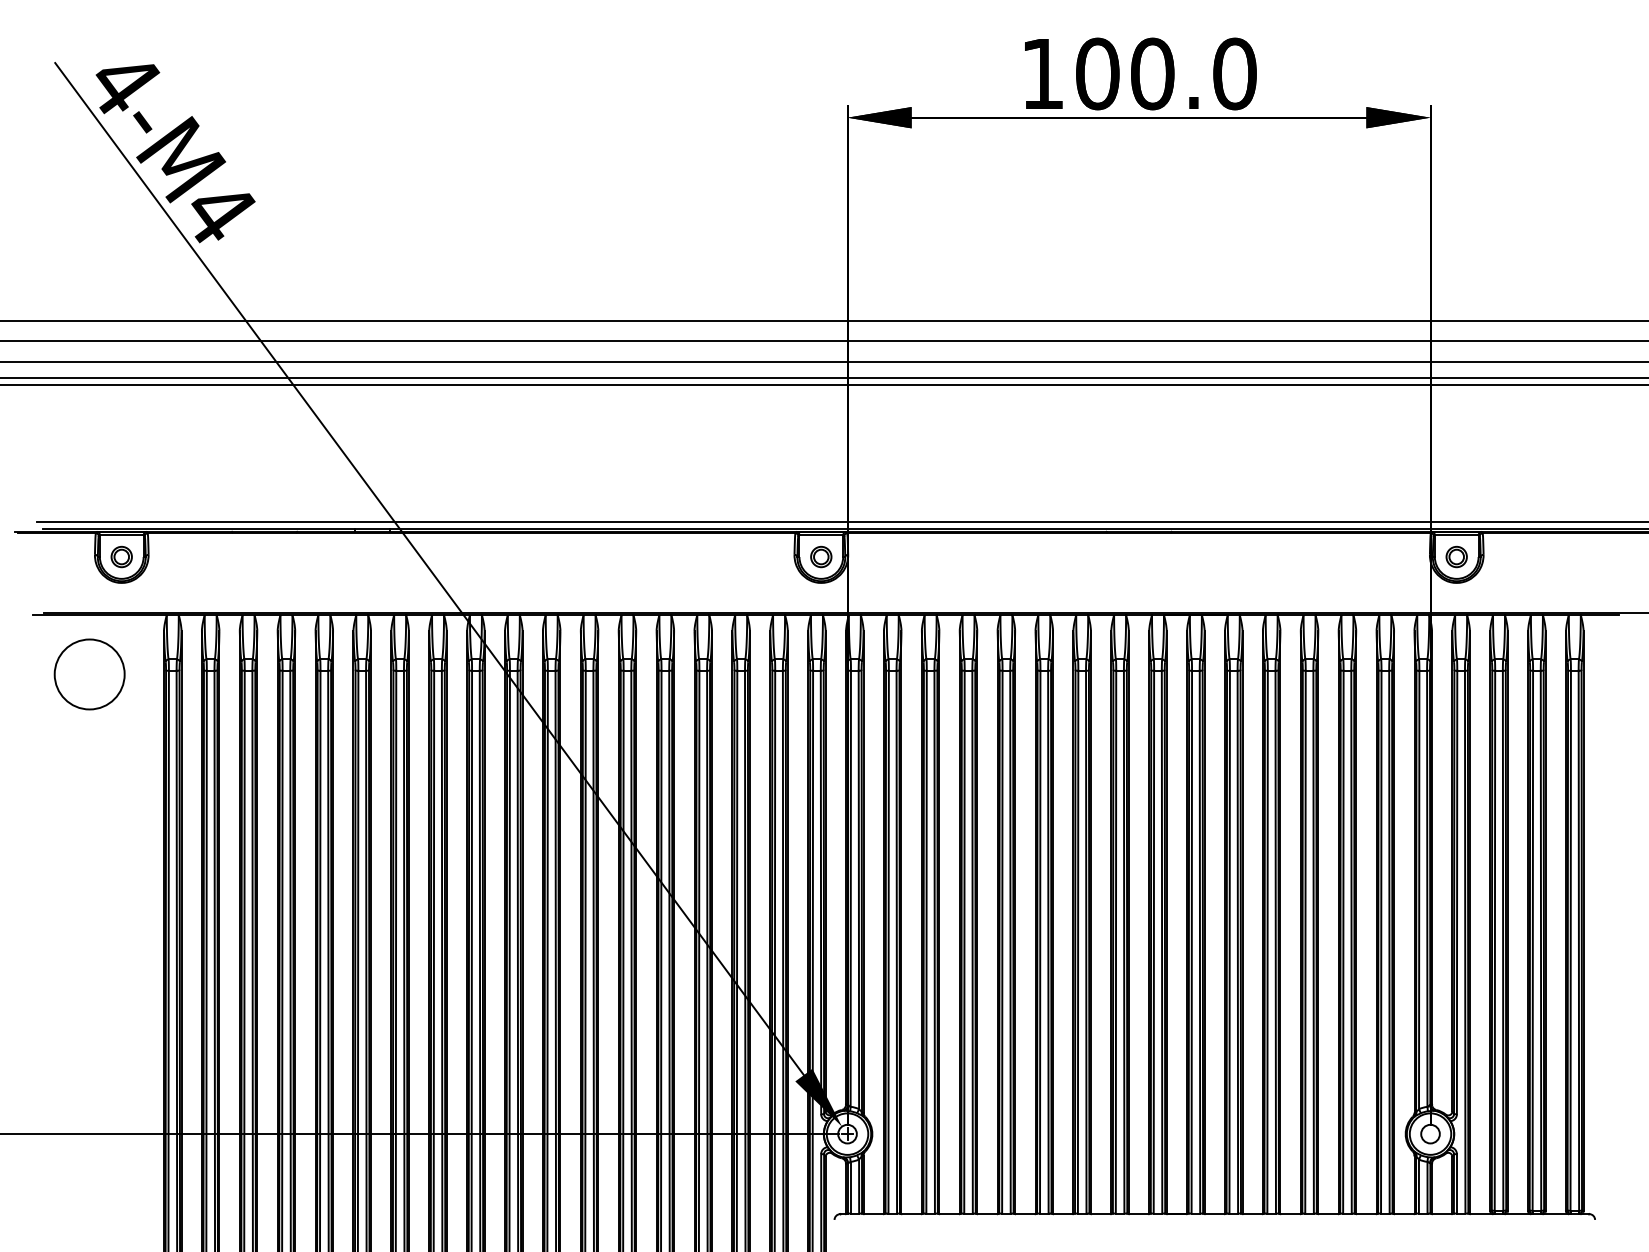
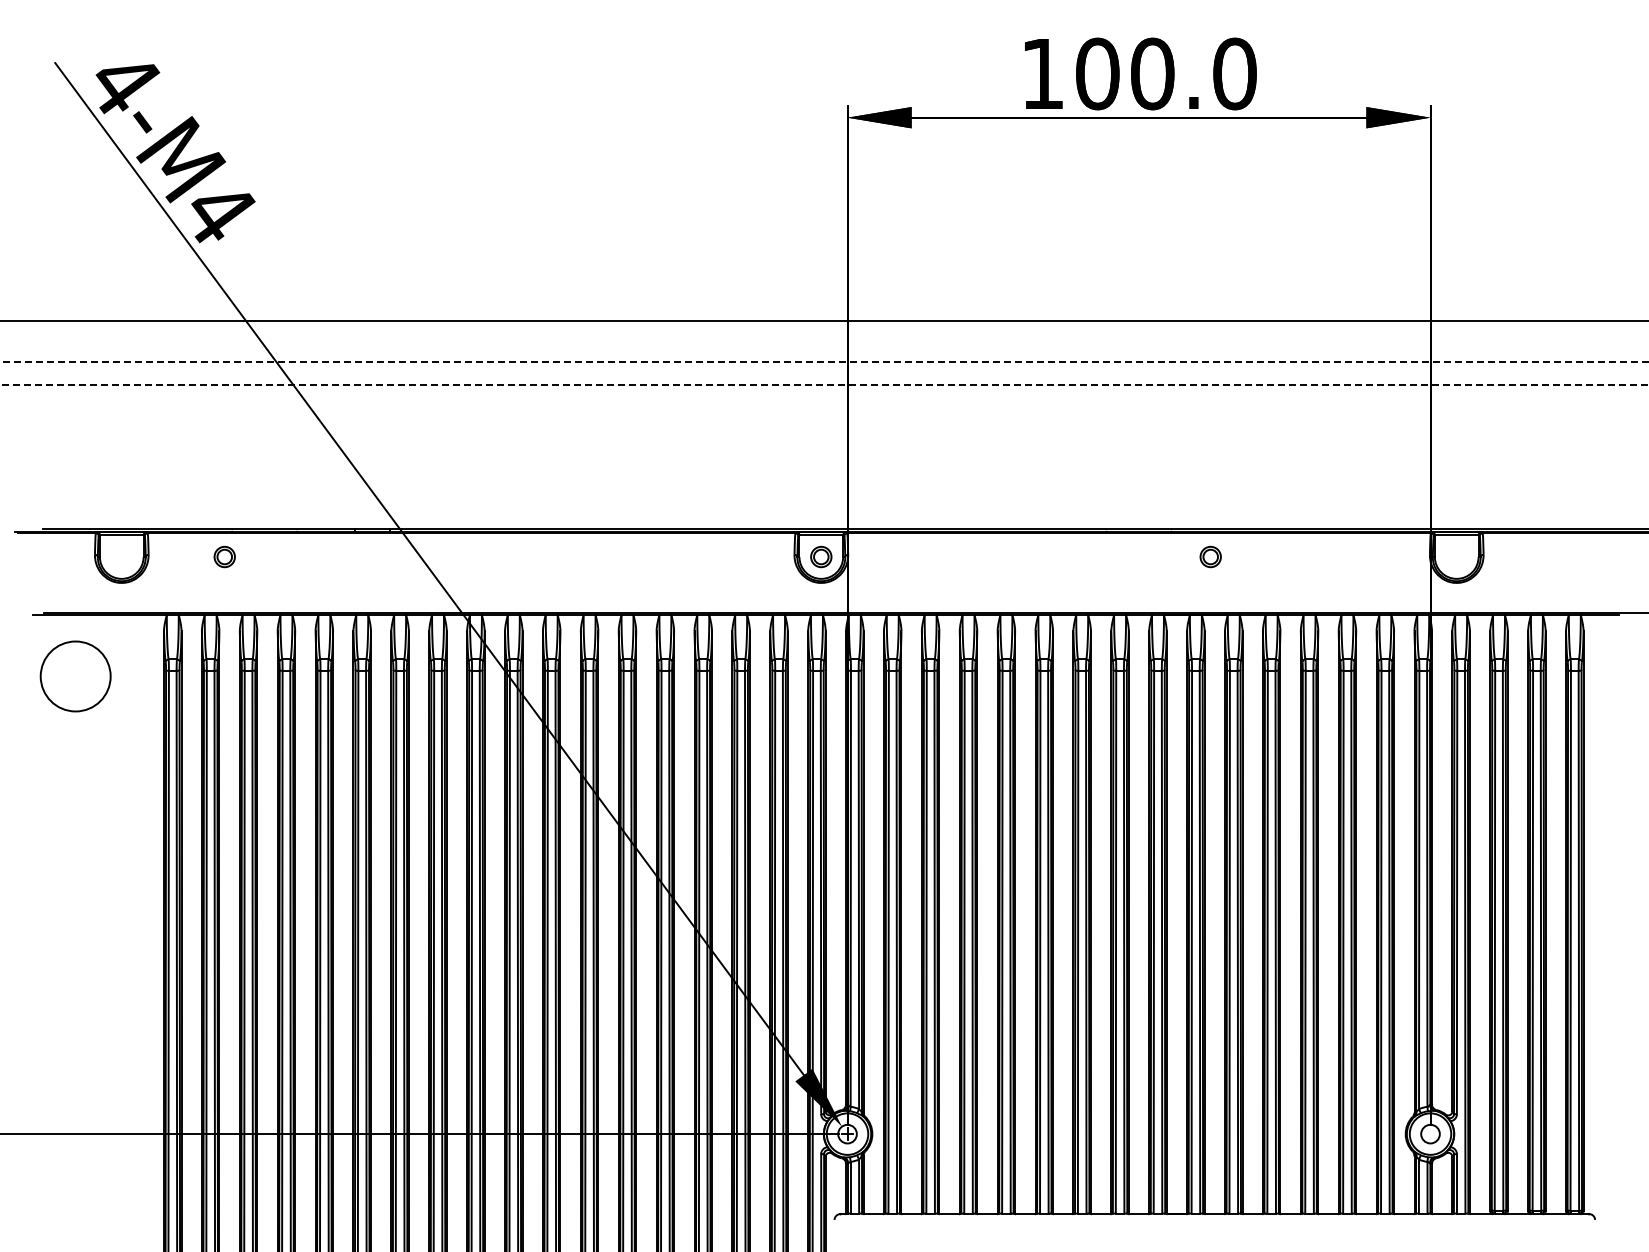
line at (823, 340): present -> none
line at (824, 361): solid -> dashed
line at (823, 378): present -> none
line at (824, 385): solid -> dashed
line at (841, 521): present -> none
part at (121, 556) position: (121, 556) -> (224, 556)
part at (1456, 556) position: (1456, 556) -> (1210, 556)
circle at (89, 674) position: (89, 674) -> (75, 676)
